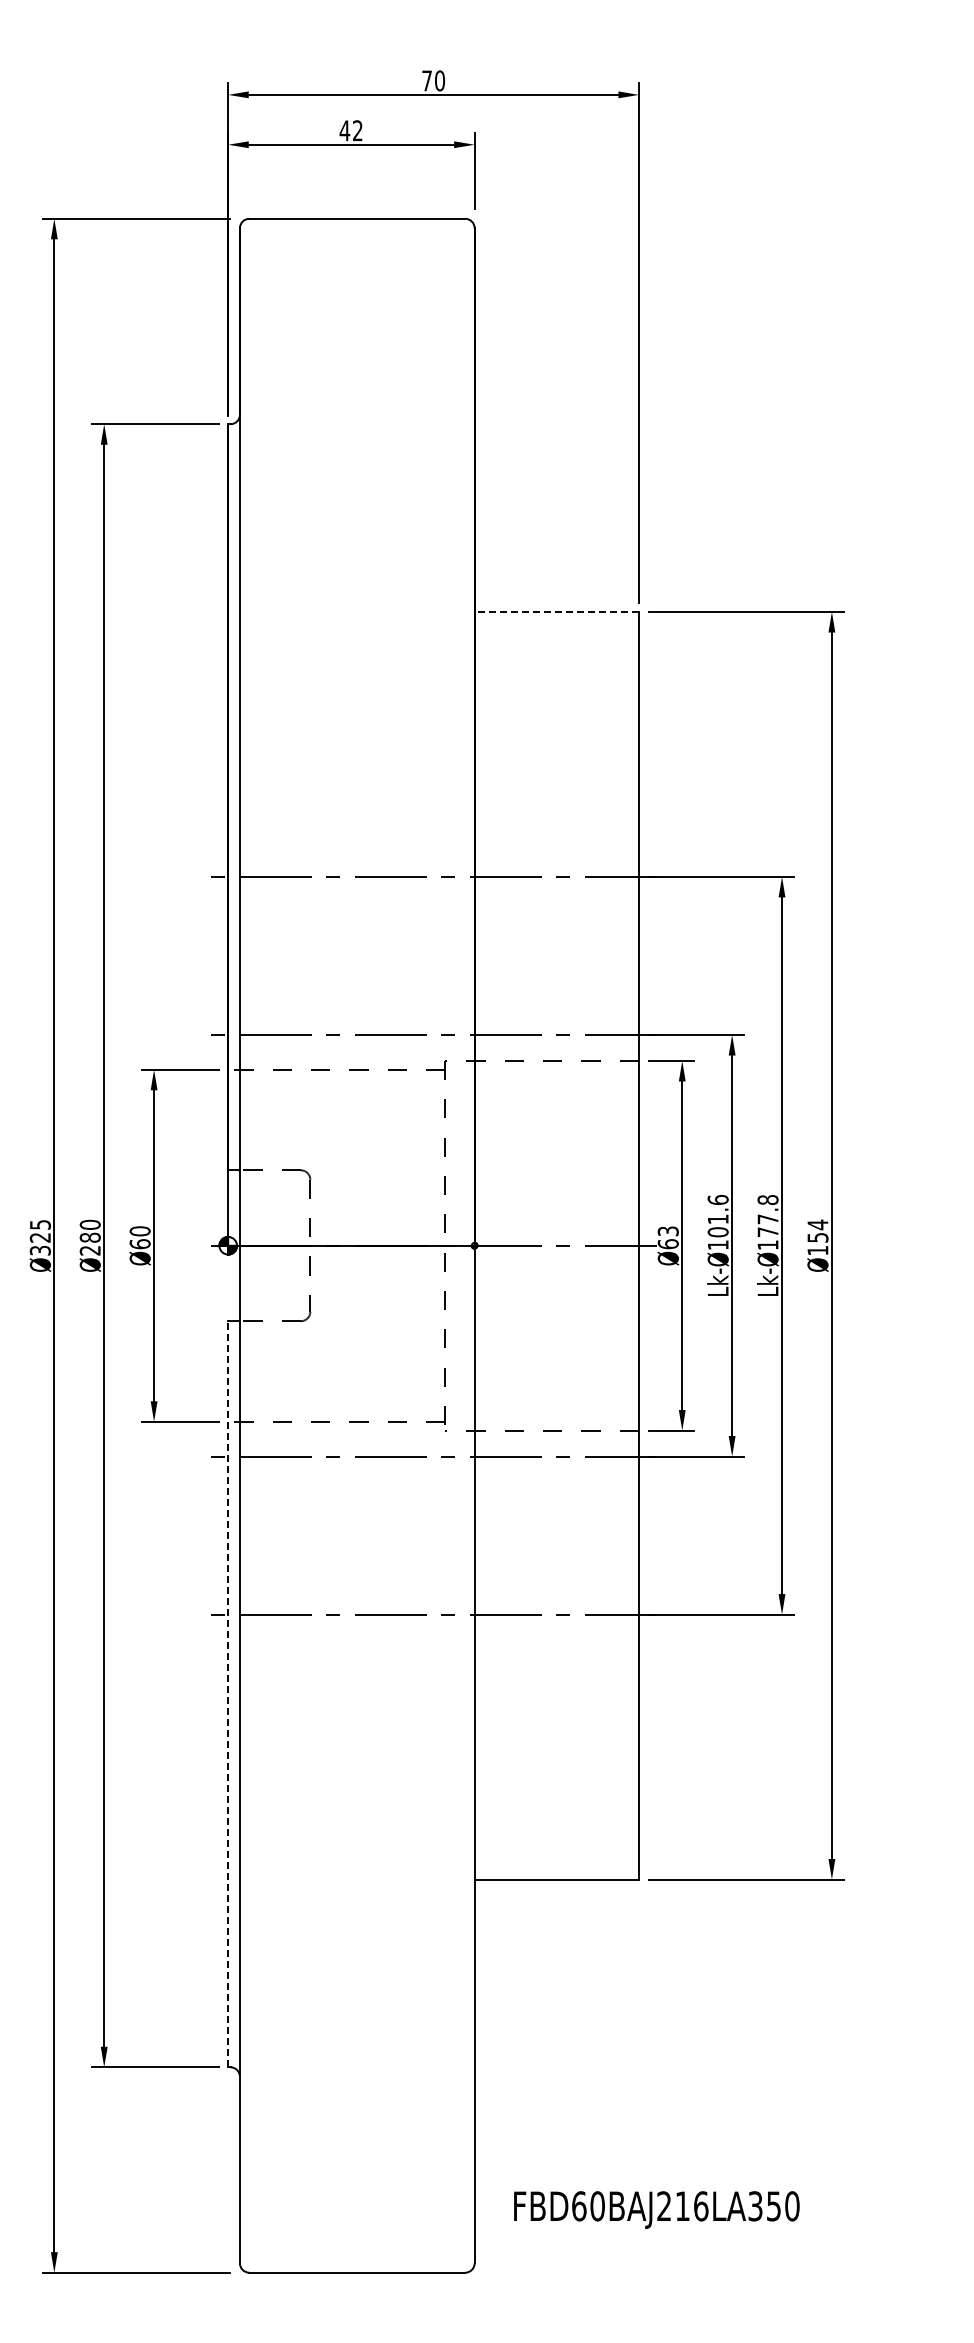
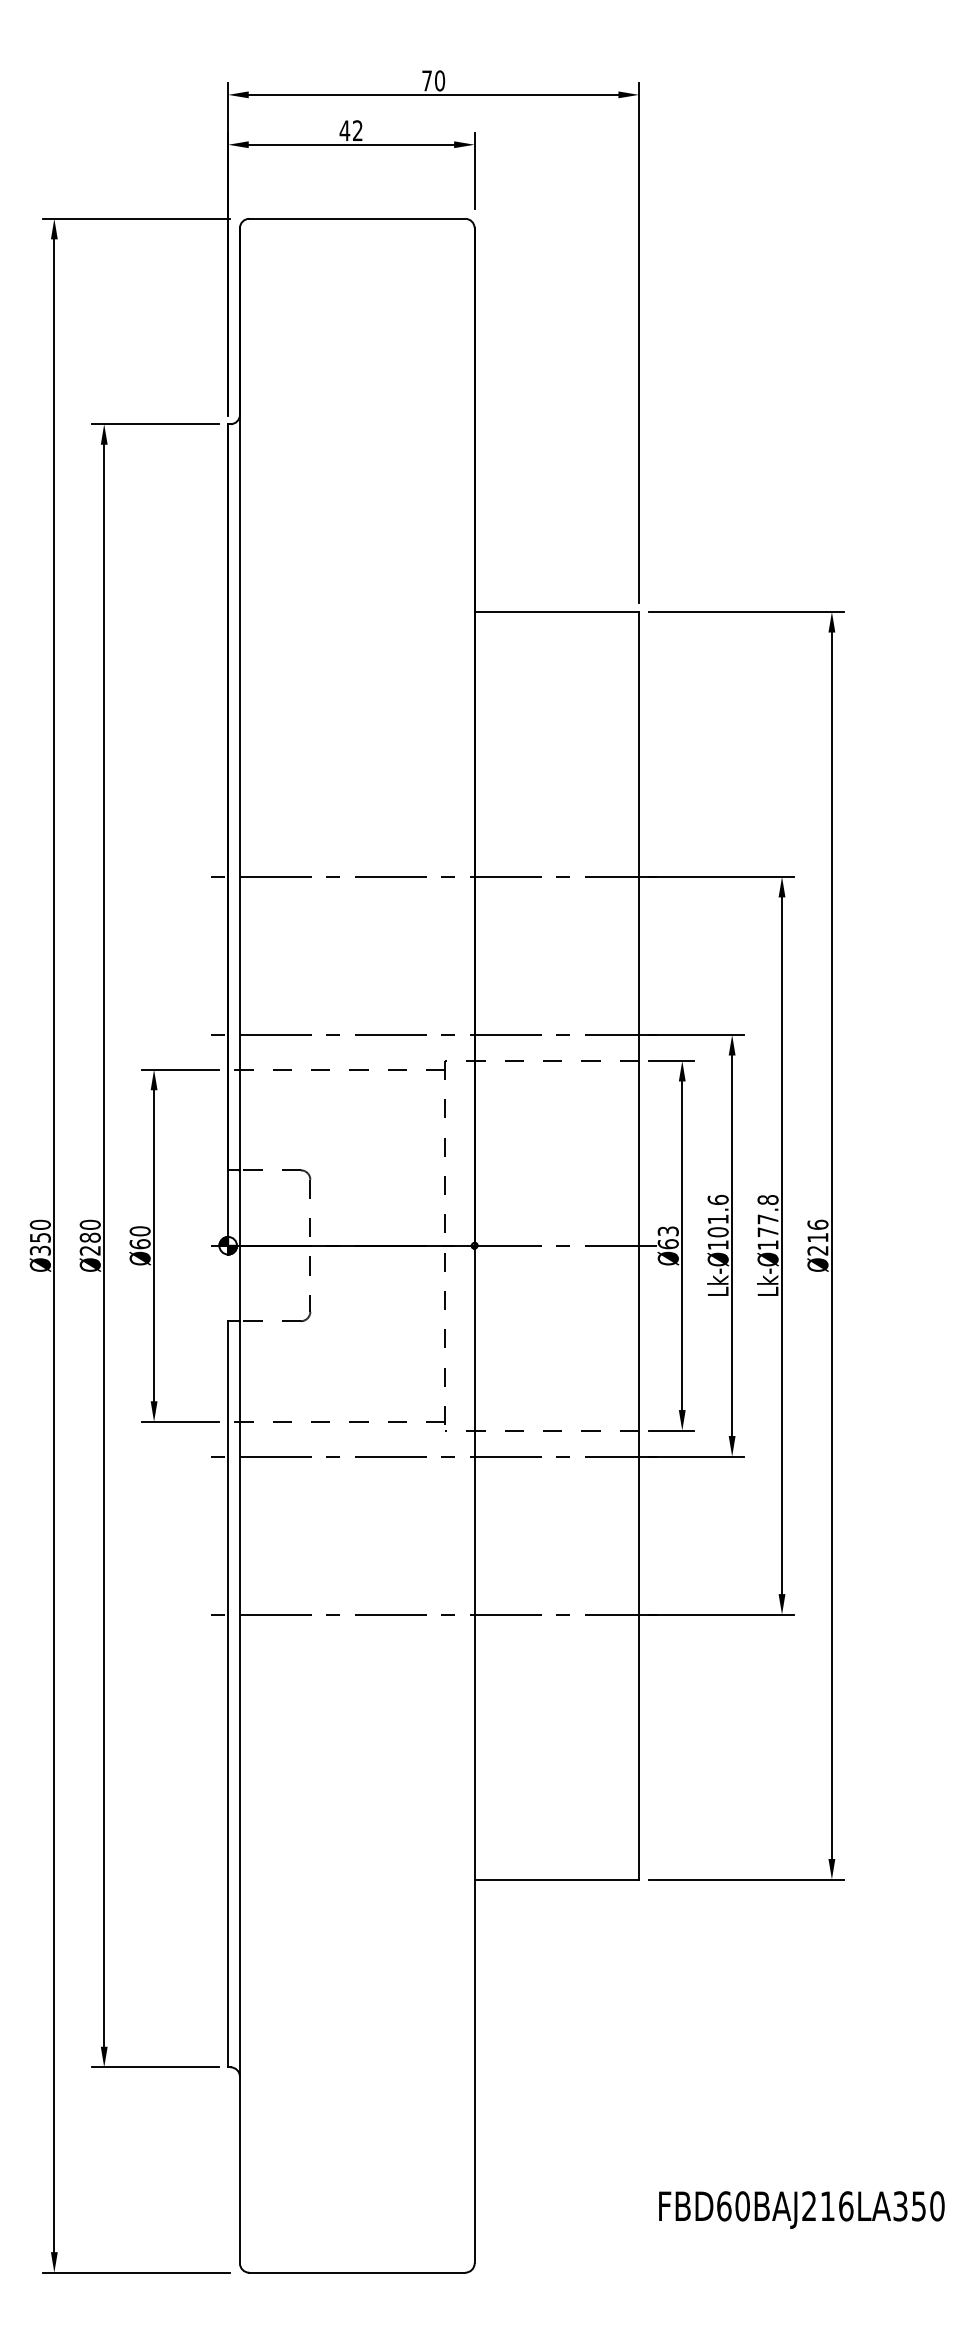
line at (556, 612): dashed -> solid
text at (39, 1230): Ø325 -> Ø350
text at (817, 1237): Ø154 -> Ø216
line at (228, 1693): dashed -> solid
text at (656, 2209) position: (656, 2209) -> (801, 2209)
